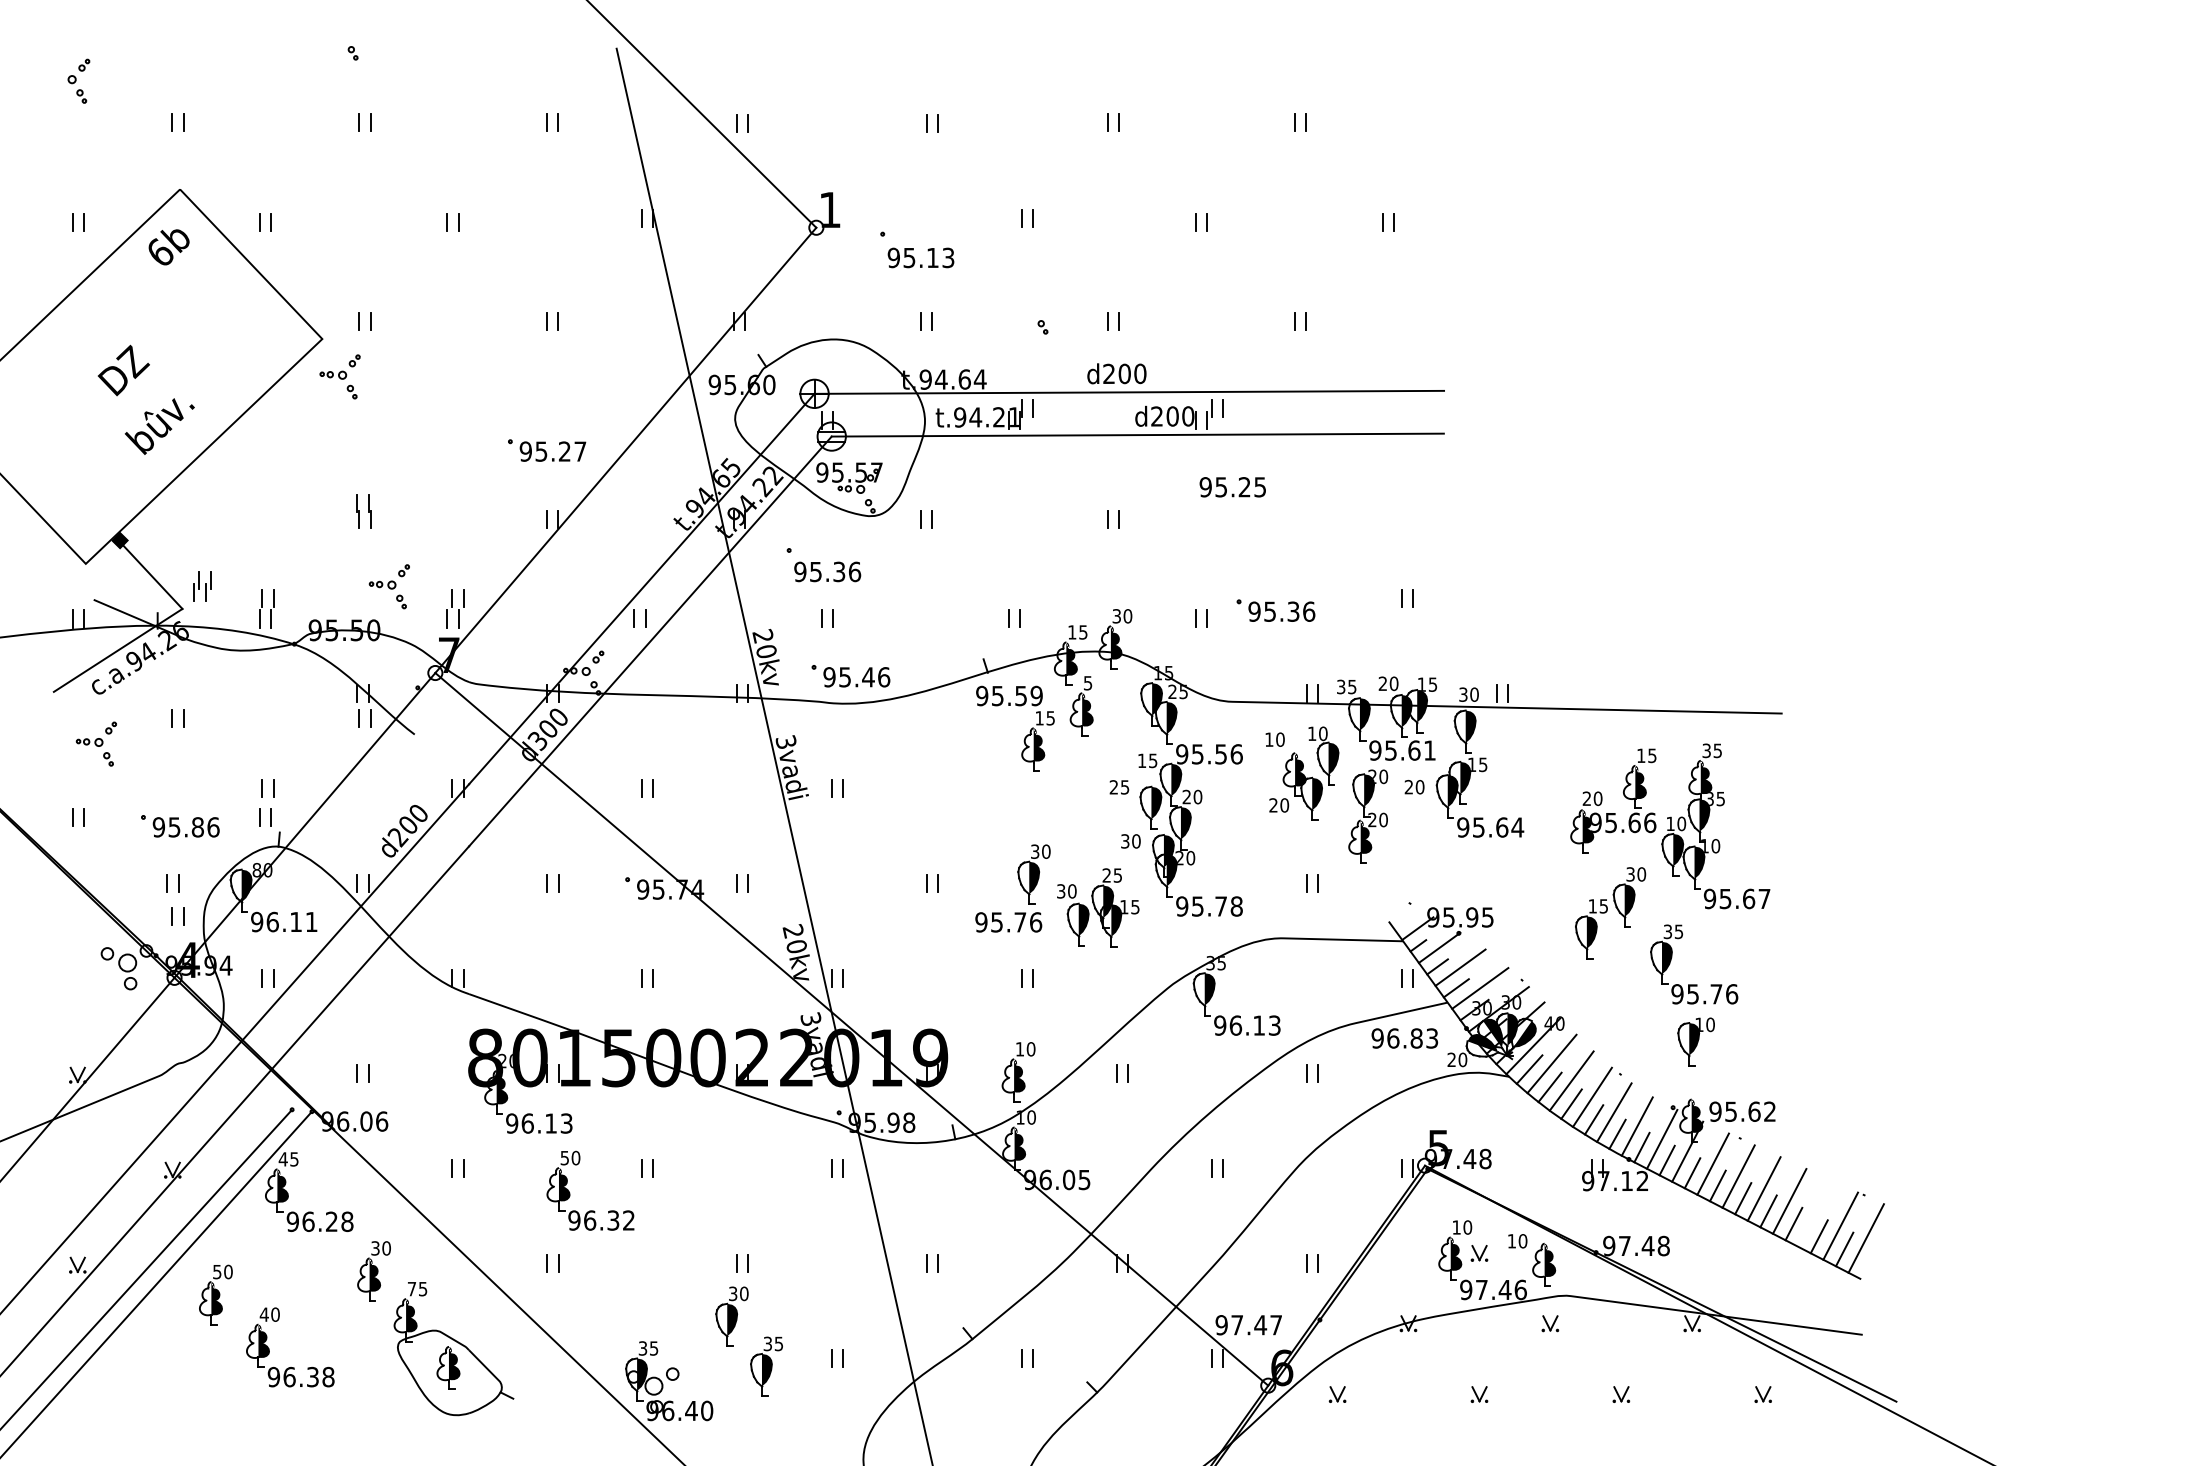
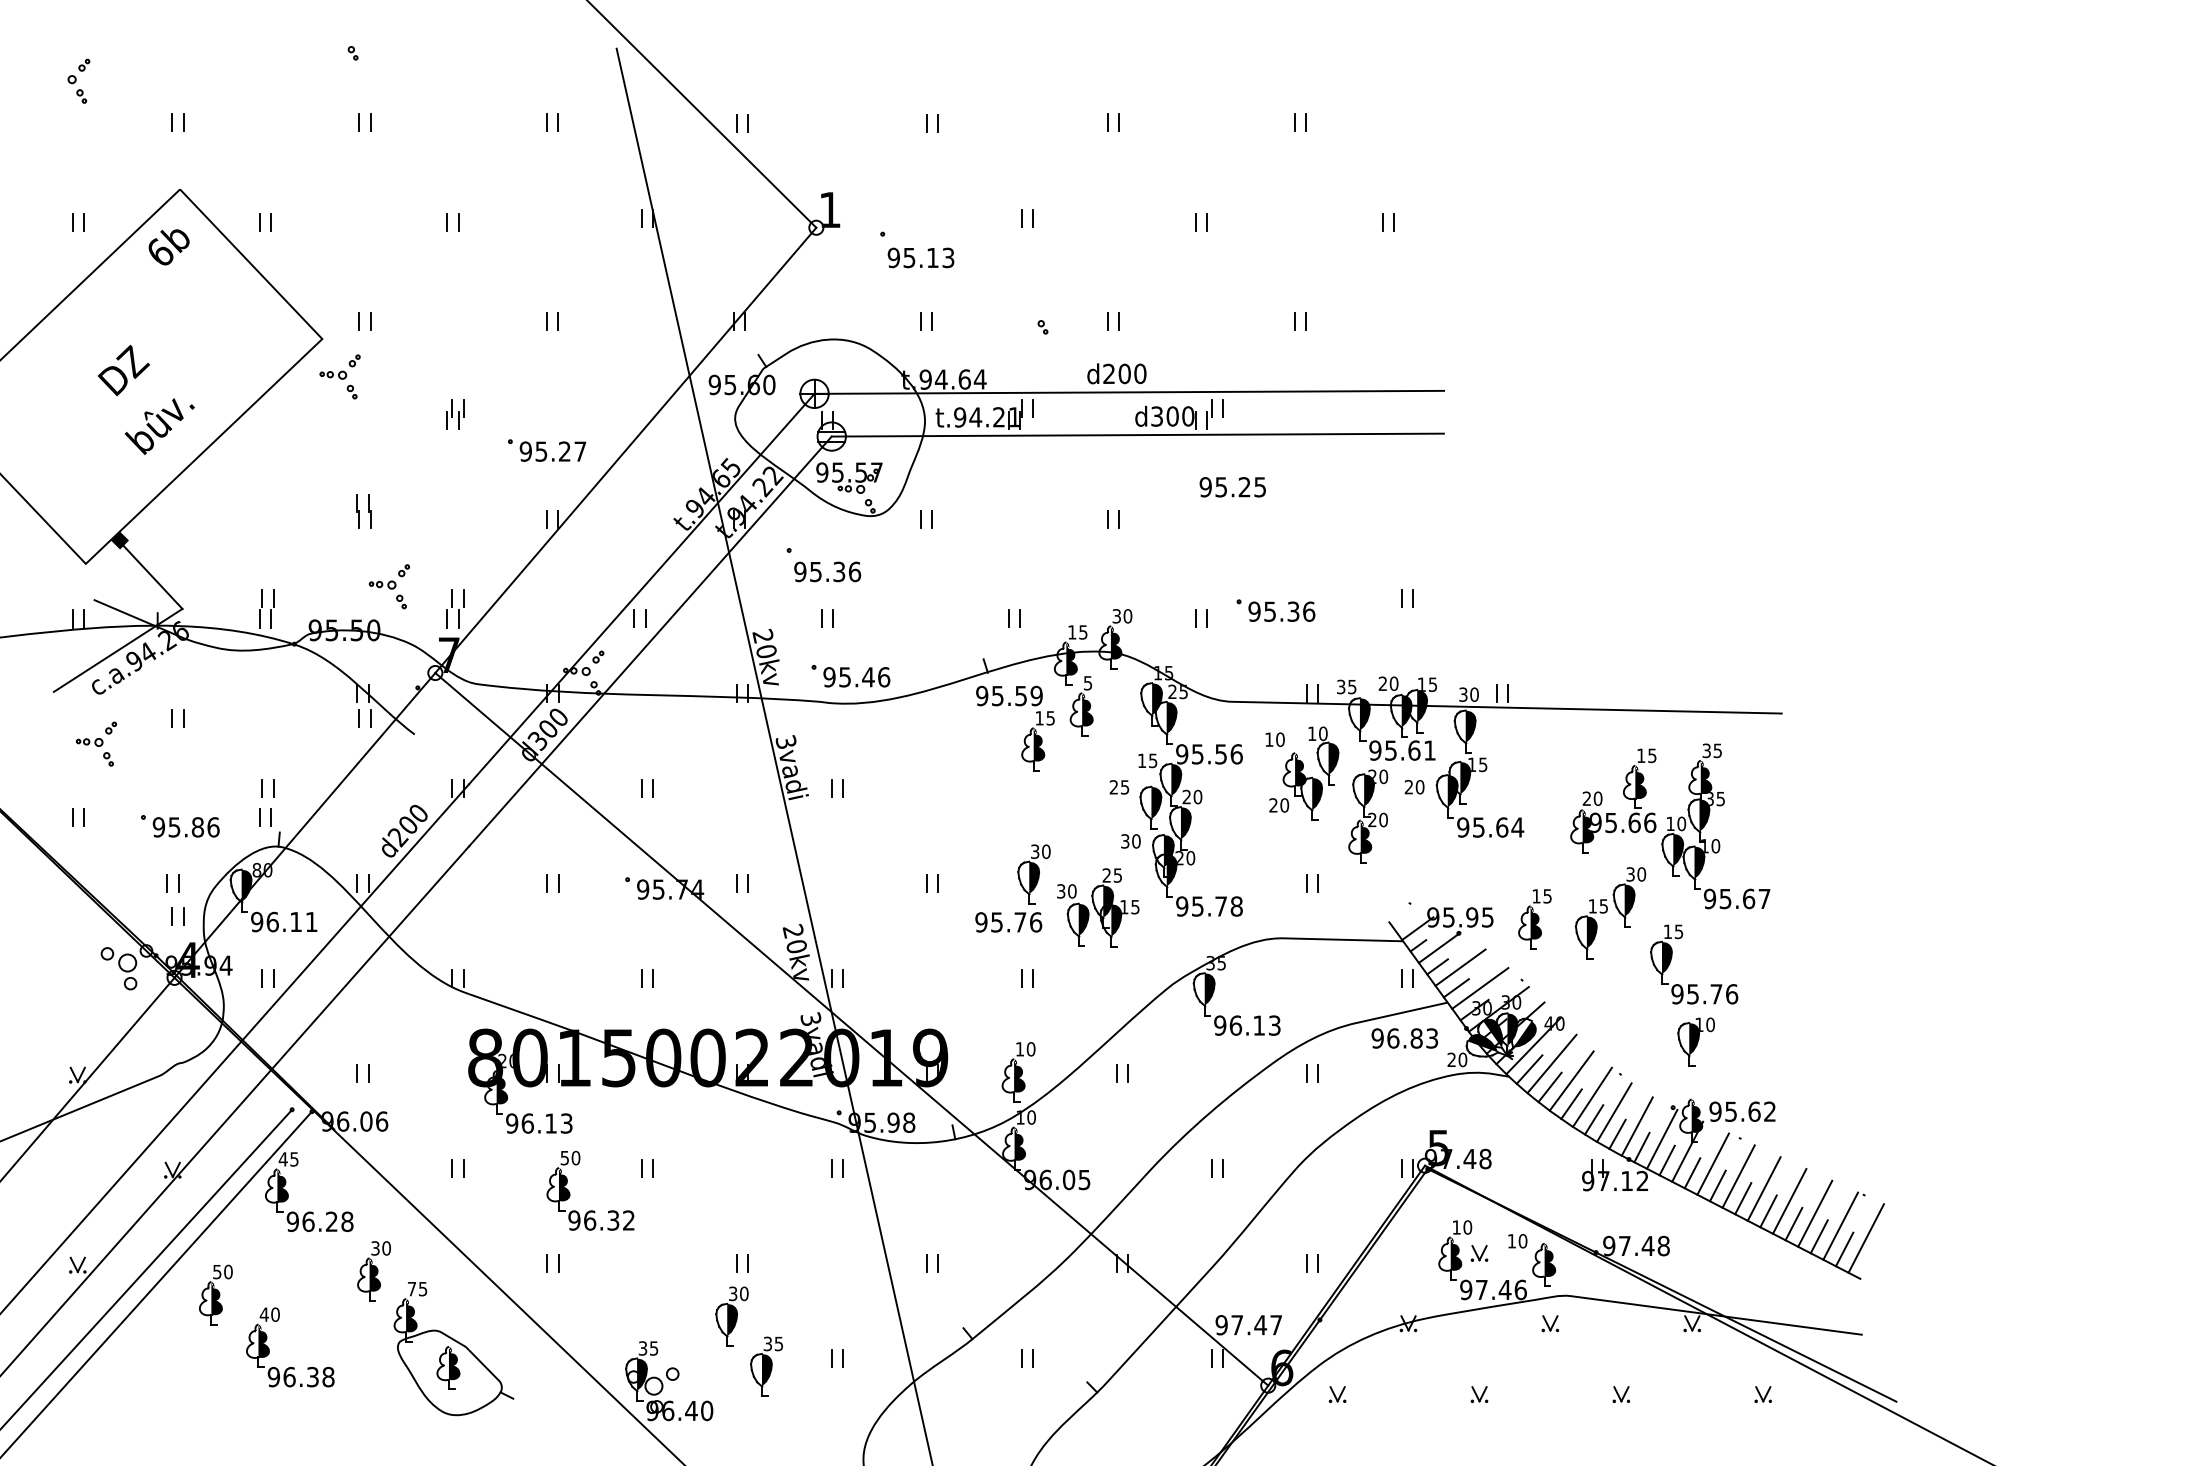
text at (1156, 416): d200 -> d300
part at (202, 586) position: (202, 586) -> (455, 414)
part at (1534, 919): none -> present
text at (1667, 931): 35 -> 15
line at (1815, 1213): none -> present
